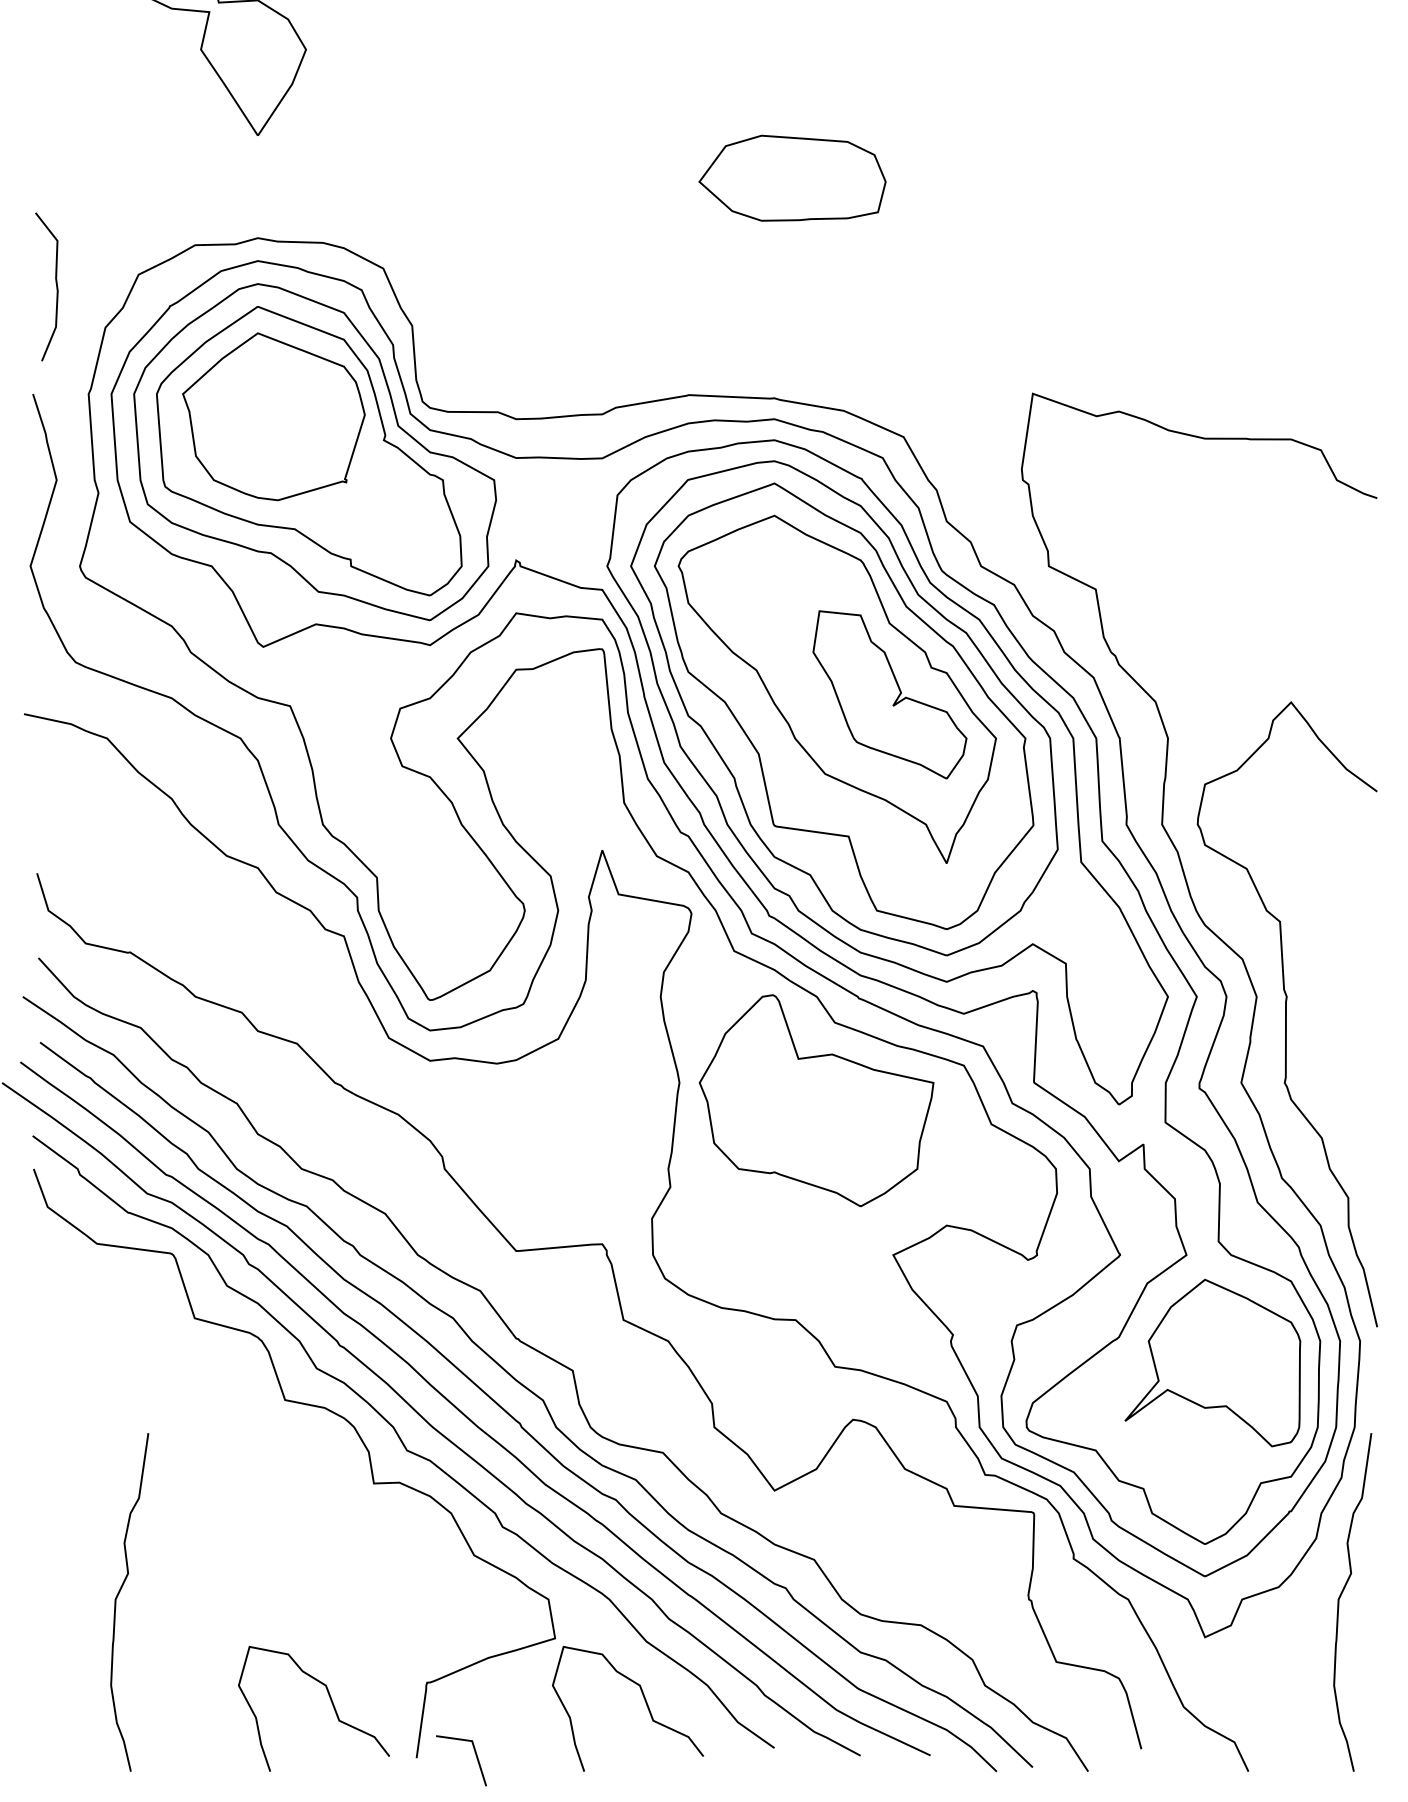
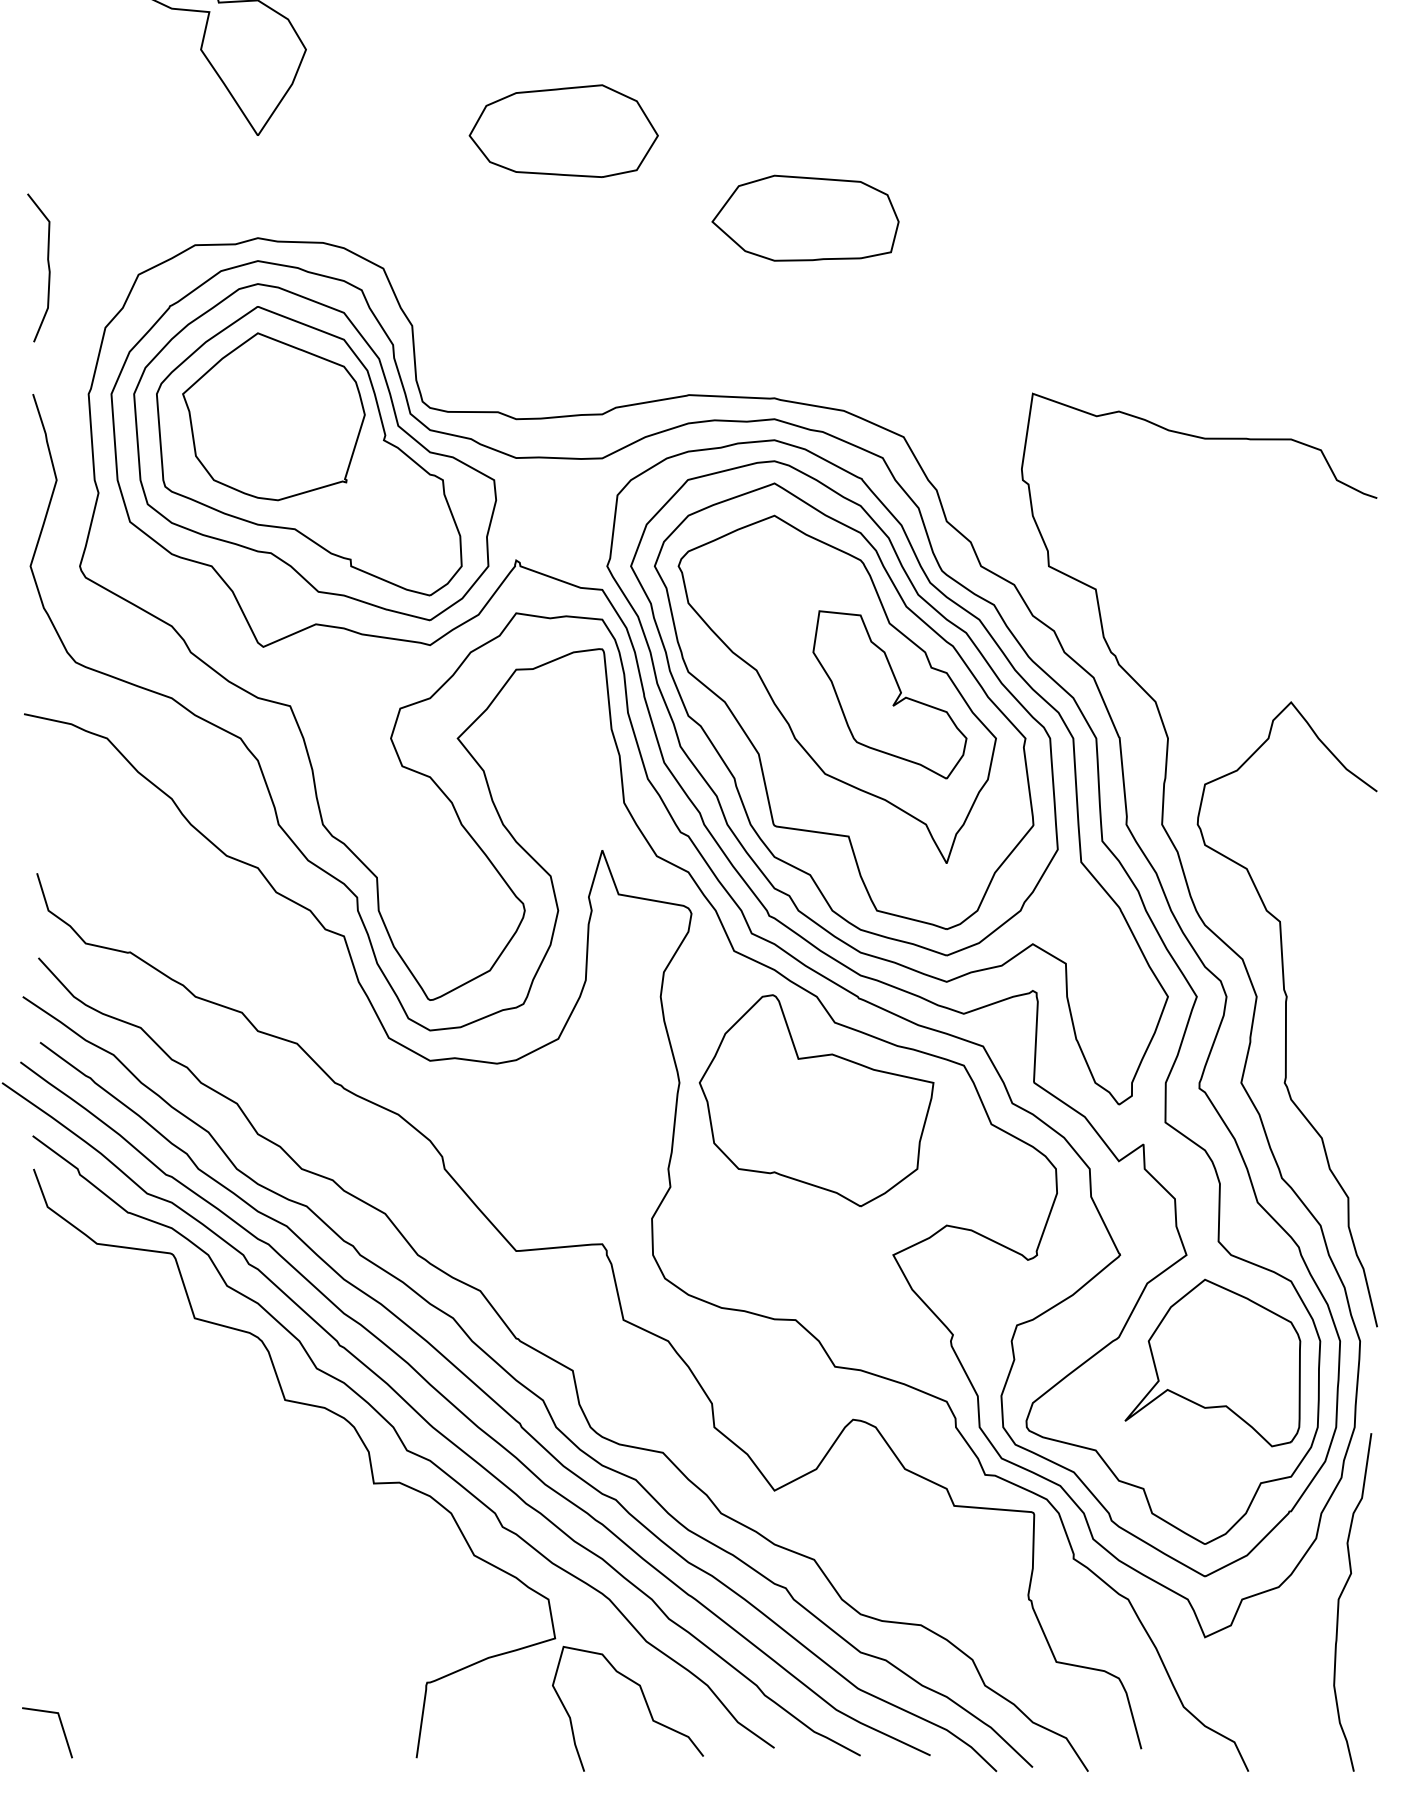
part at (563, 130): none -> present
part at (792, 177) position: (792, 177) -> (805, 217)
curve at (55, 283) position: (55, 283) -> (47, 264)
curve at (118, 1596): present -> none
curve at (331, 1703): present -> none
line at (475, 1755) position: (475, 1755) -> (61, 1727)
